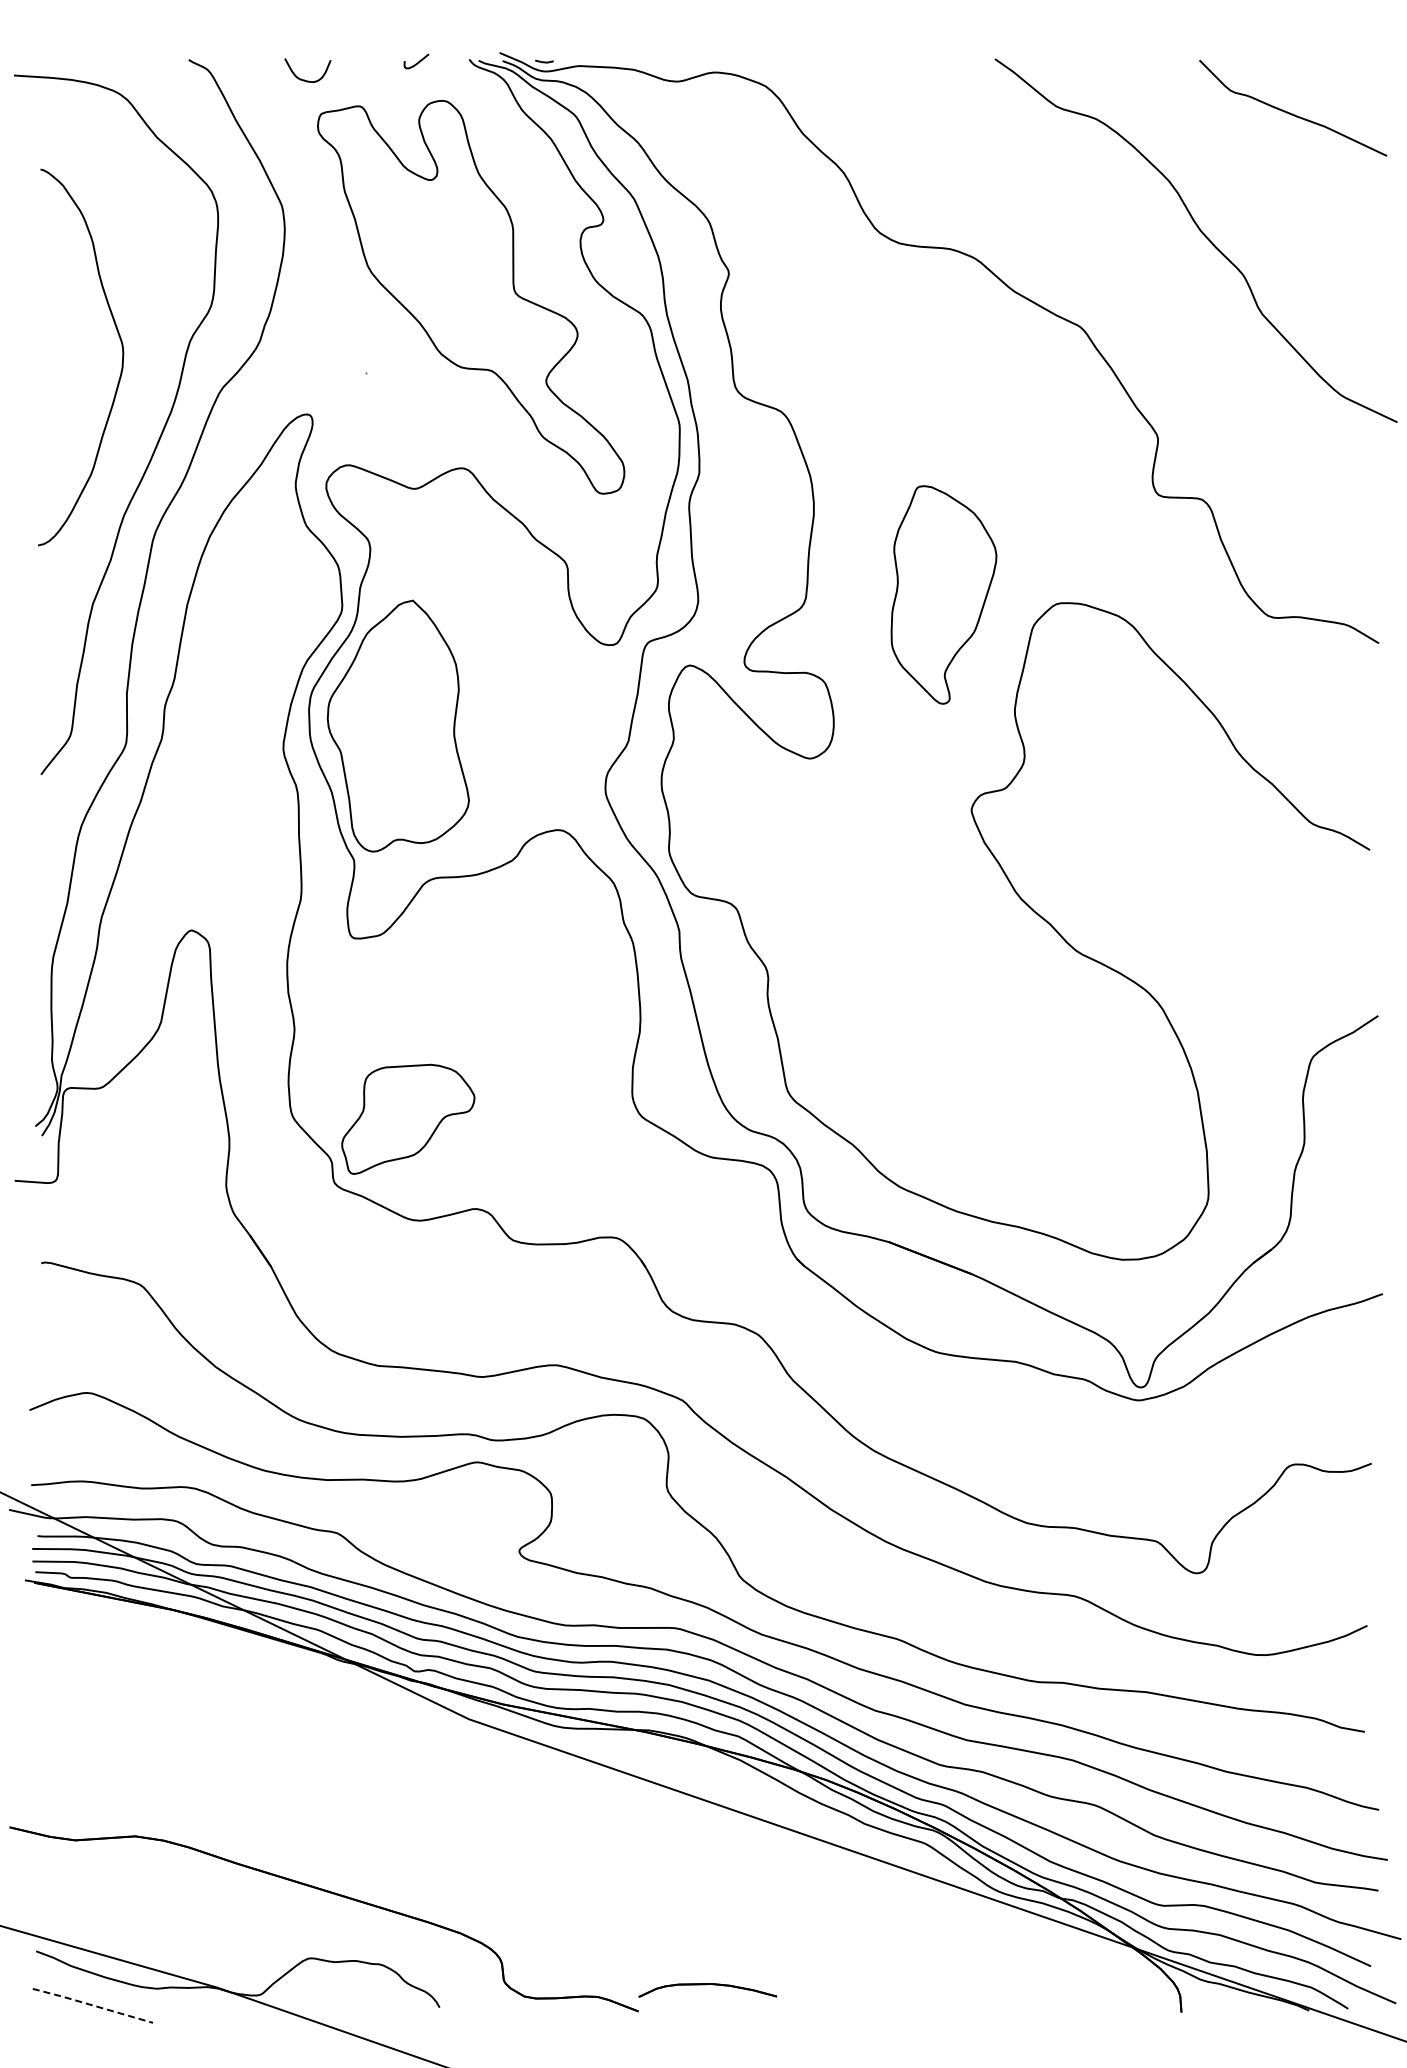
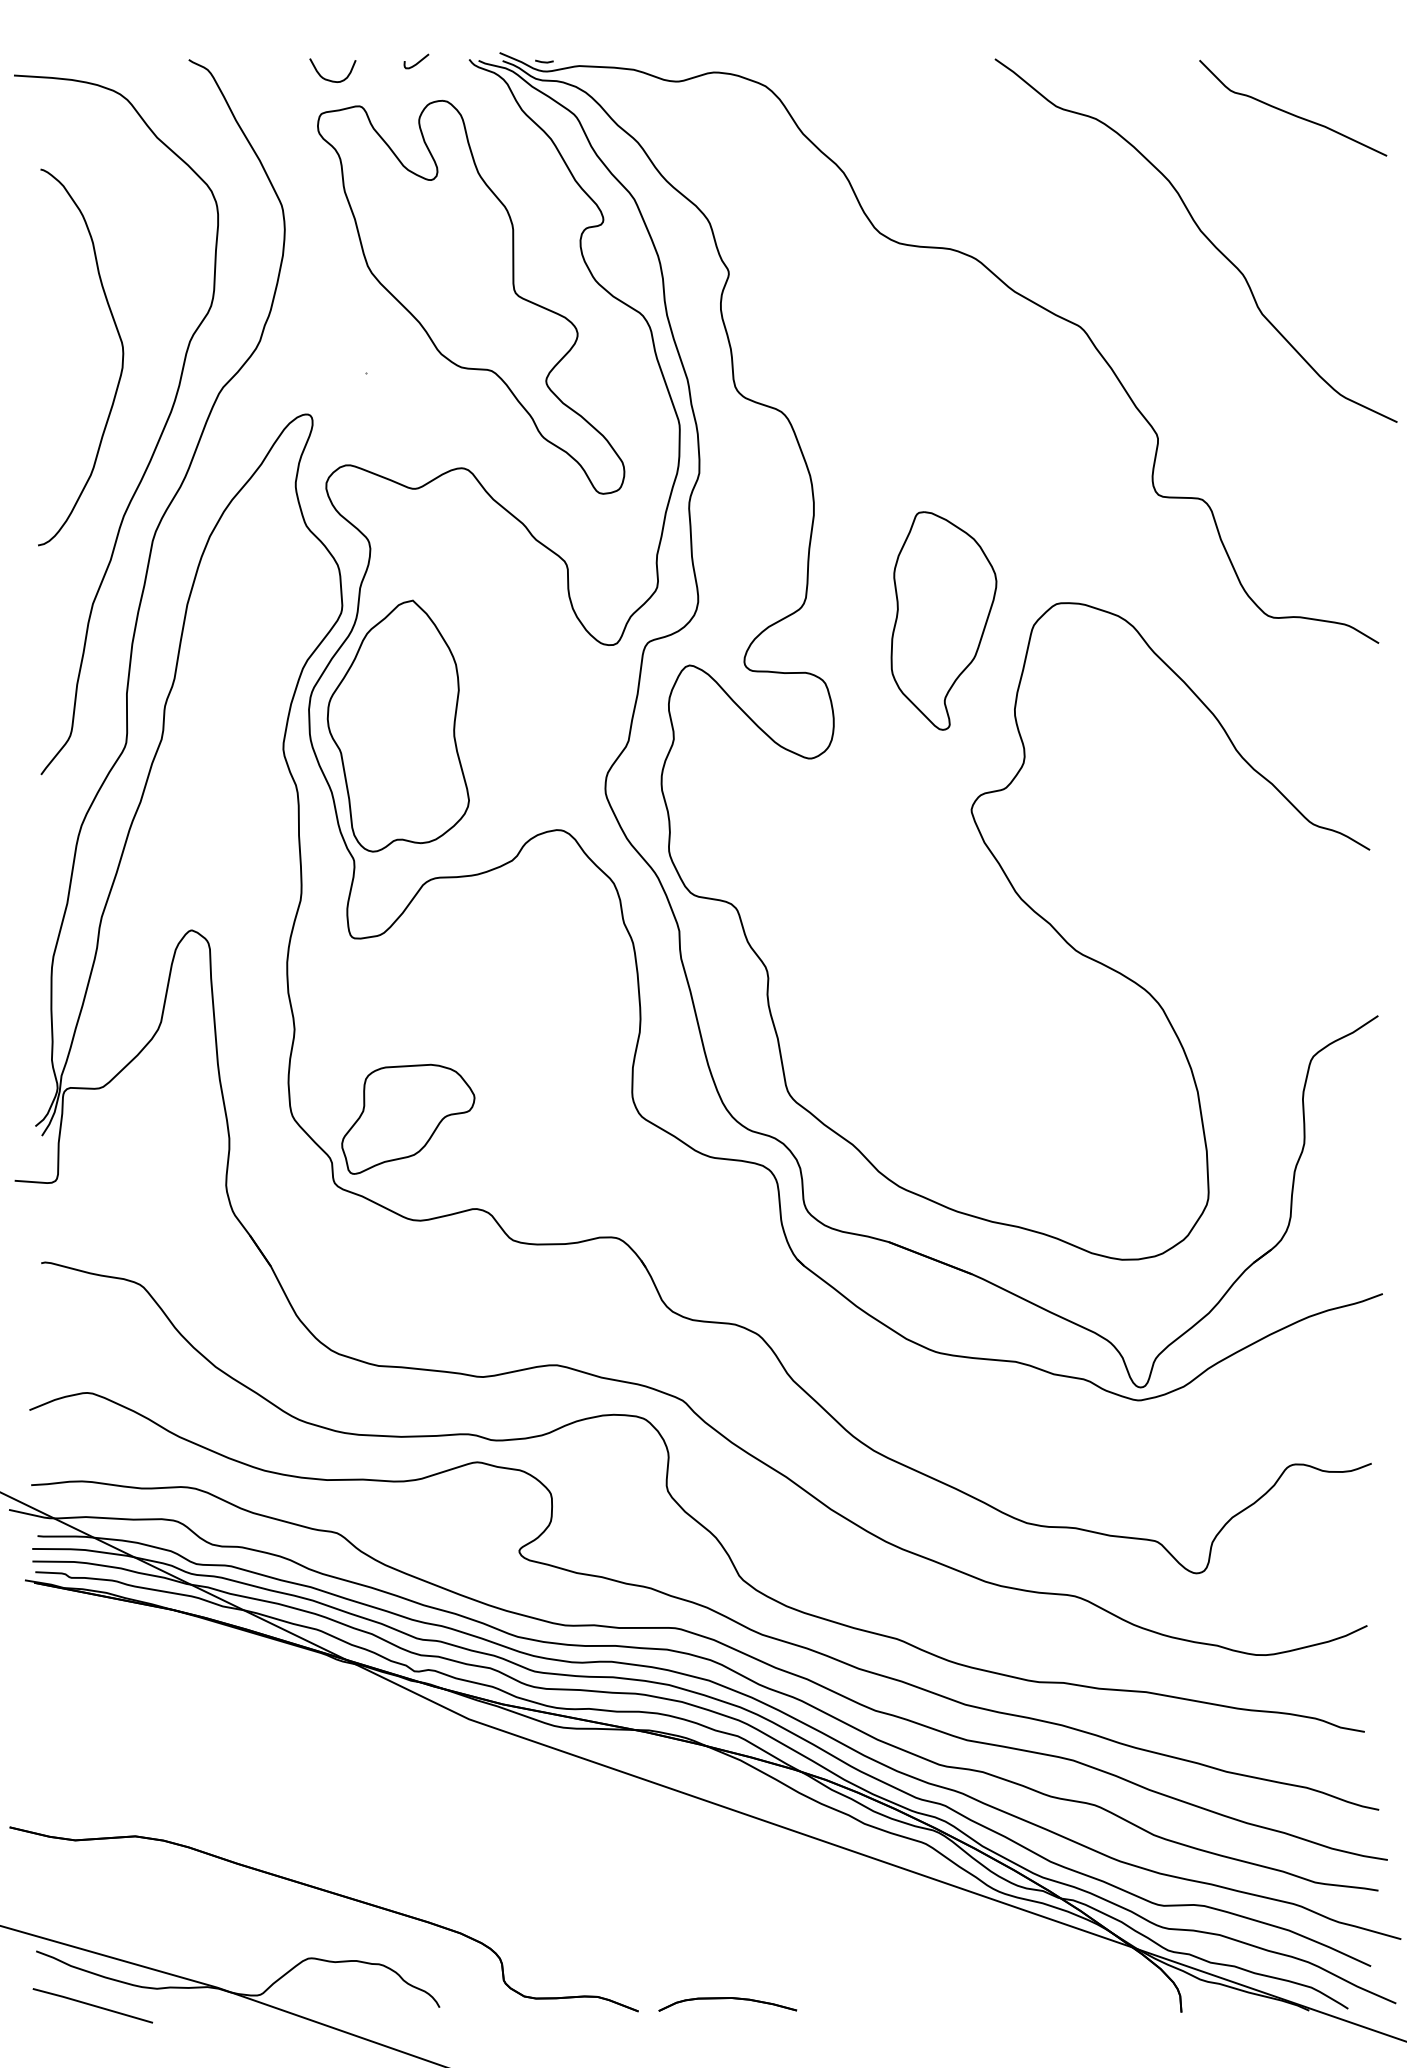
curve at (304, 79) position: (304, 79) -> (329, 79)
part at (943, 594) position: (943, 594) -> (943, 620)
part at (707, 1990) position: (707, 1990) -> (727, 2004)
line at (92, 2005): dashed -> solid
